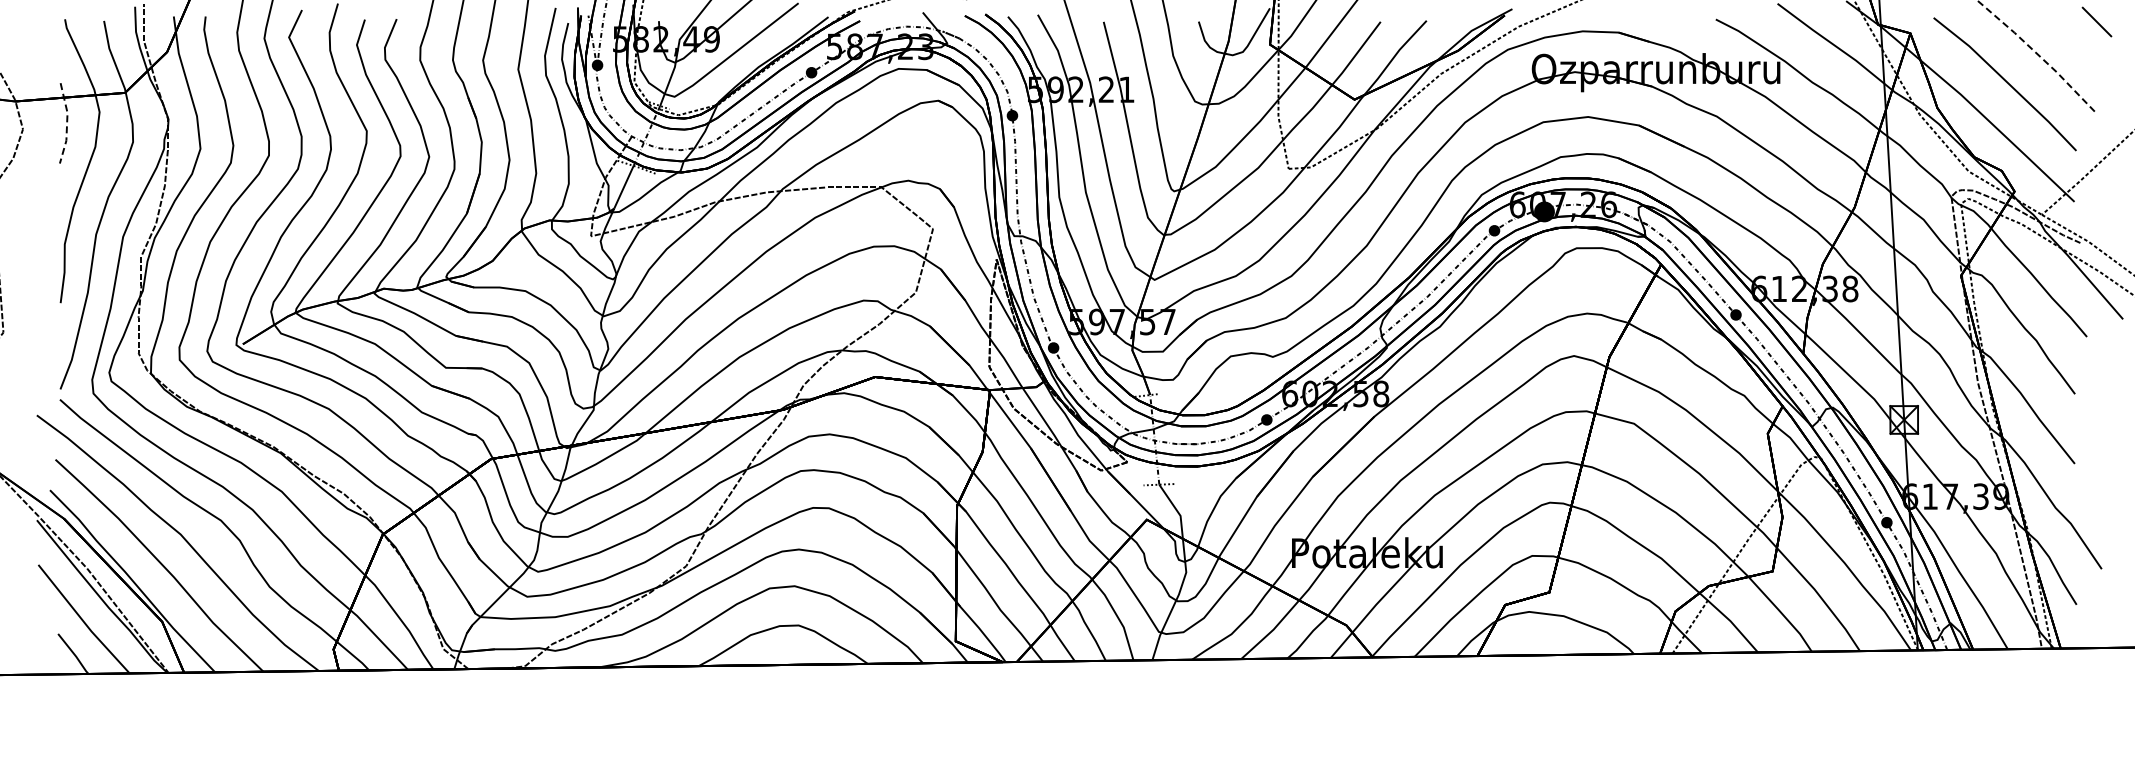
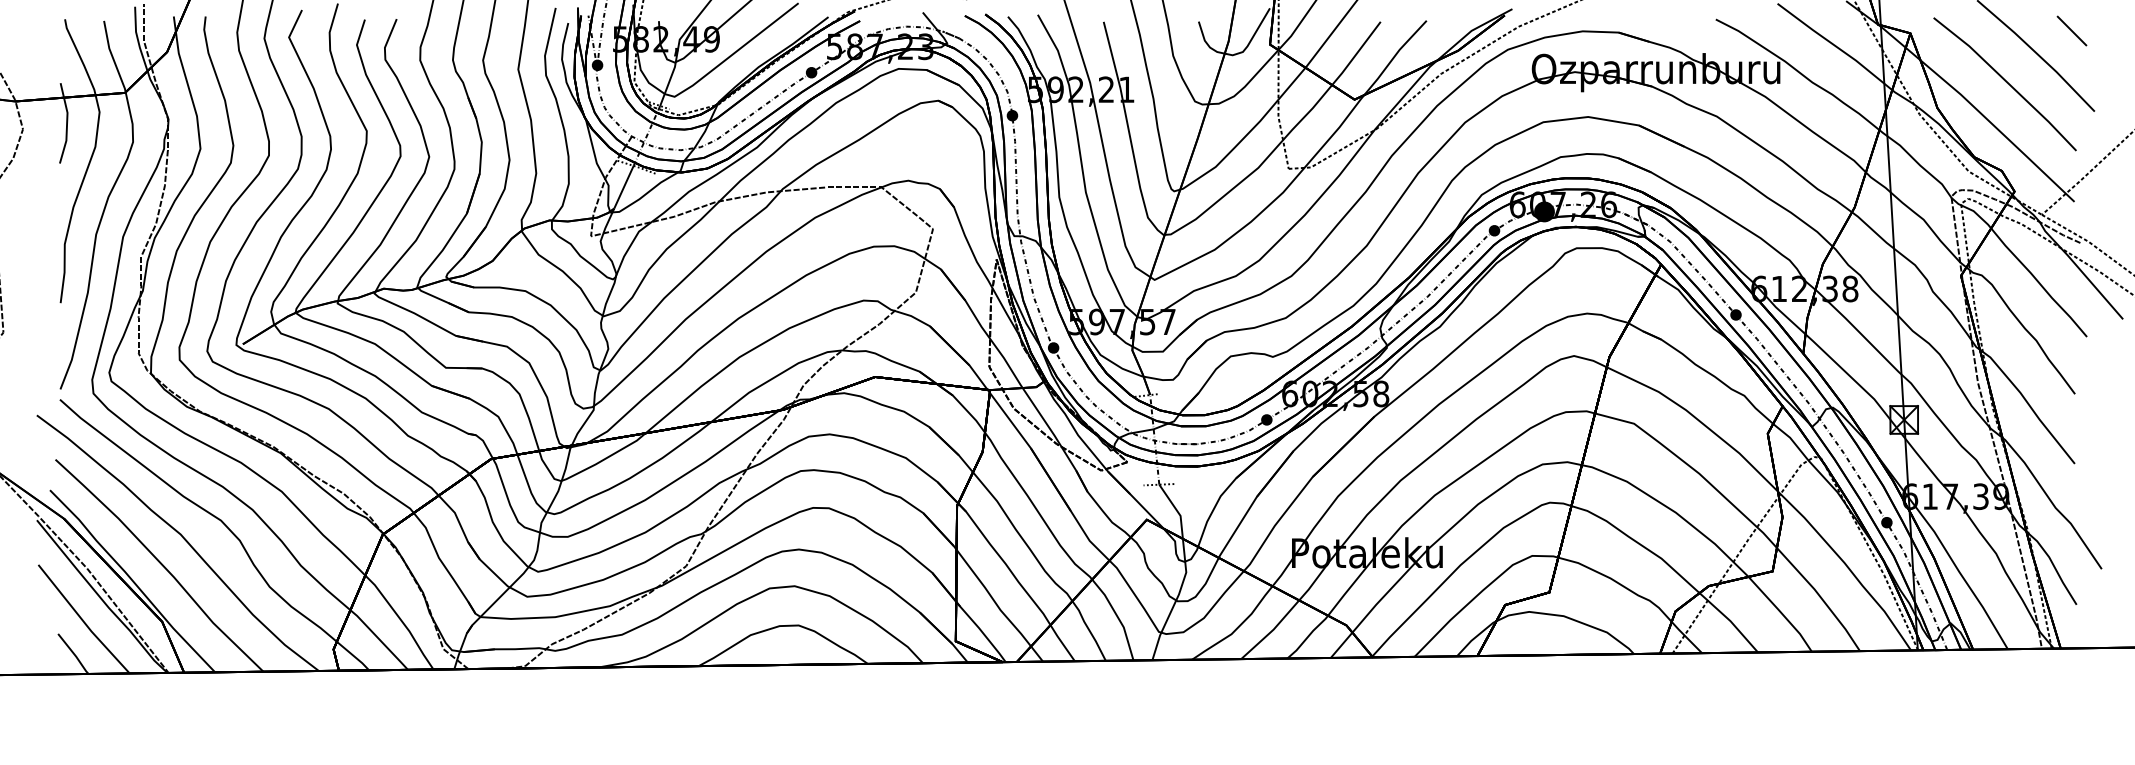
line at (2096, 21) position: (2096, 21) -> (2071, 30)
line at (2037, 53): dashed -> solid
line at (67, 123): dashed -> solid
